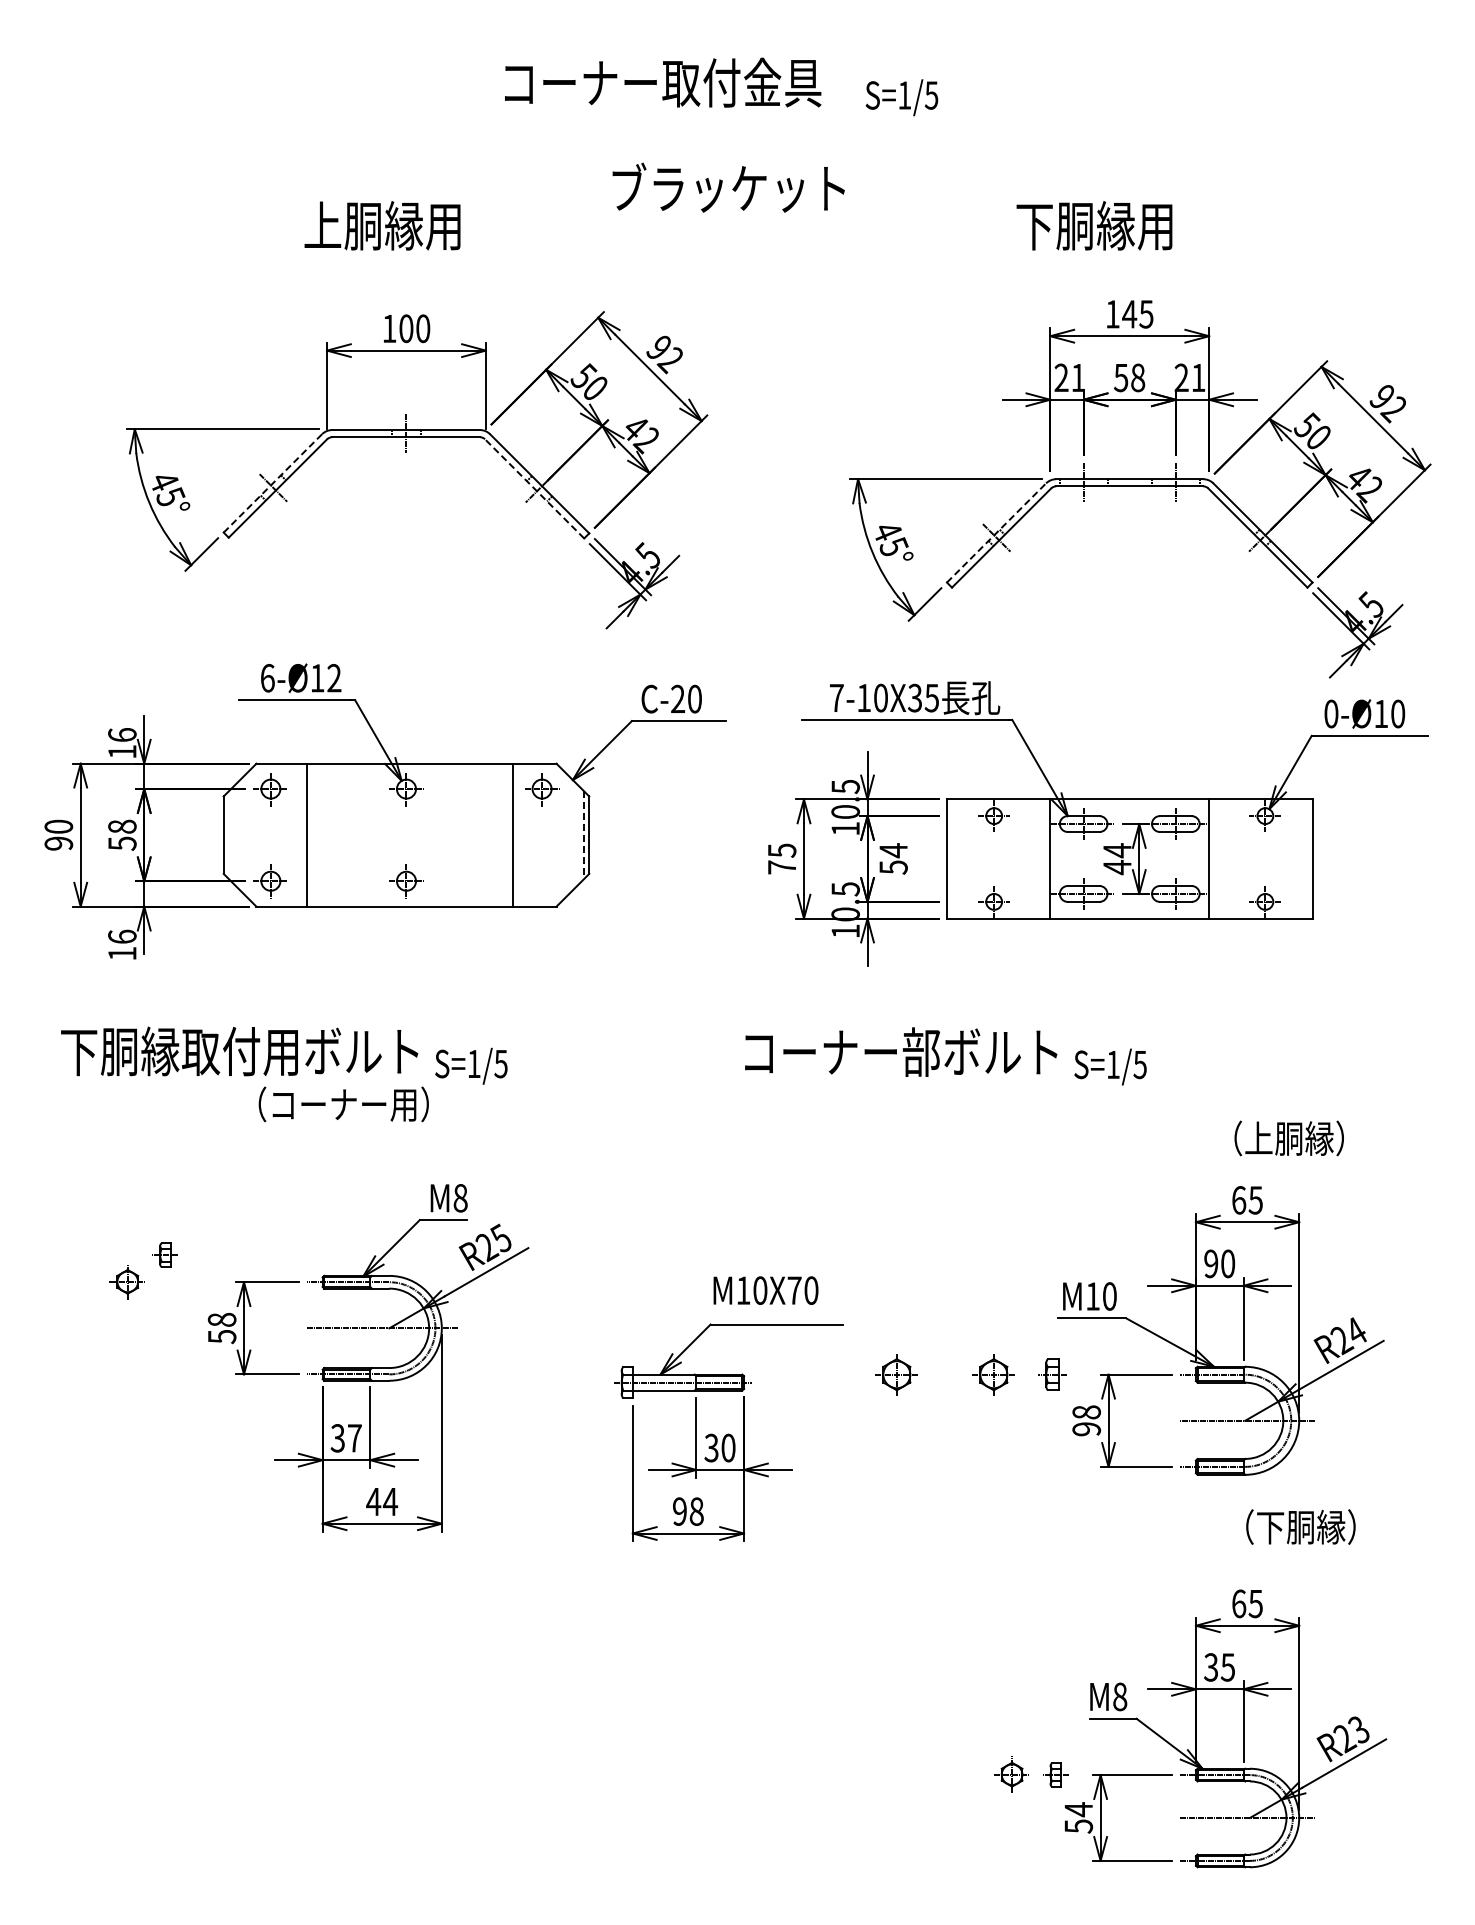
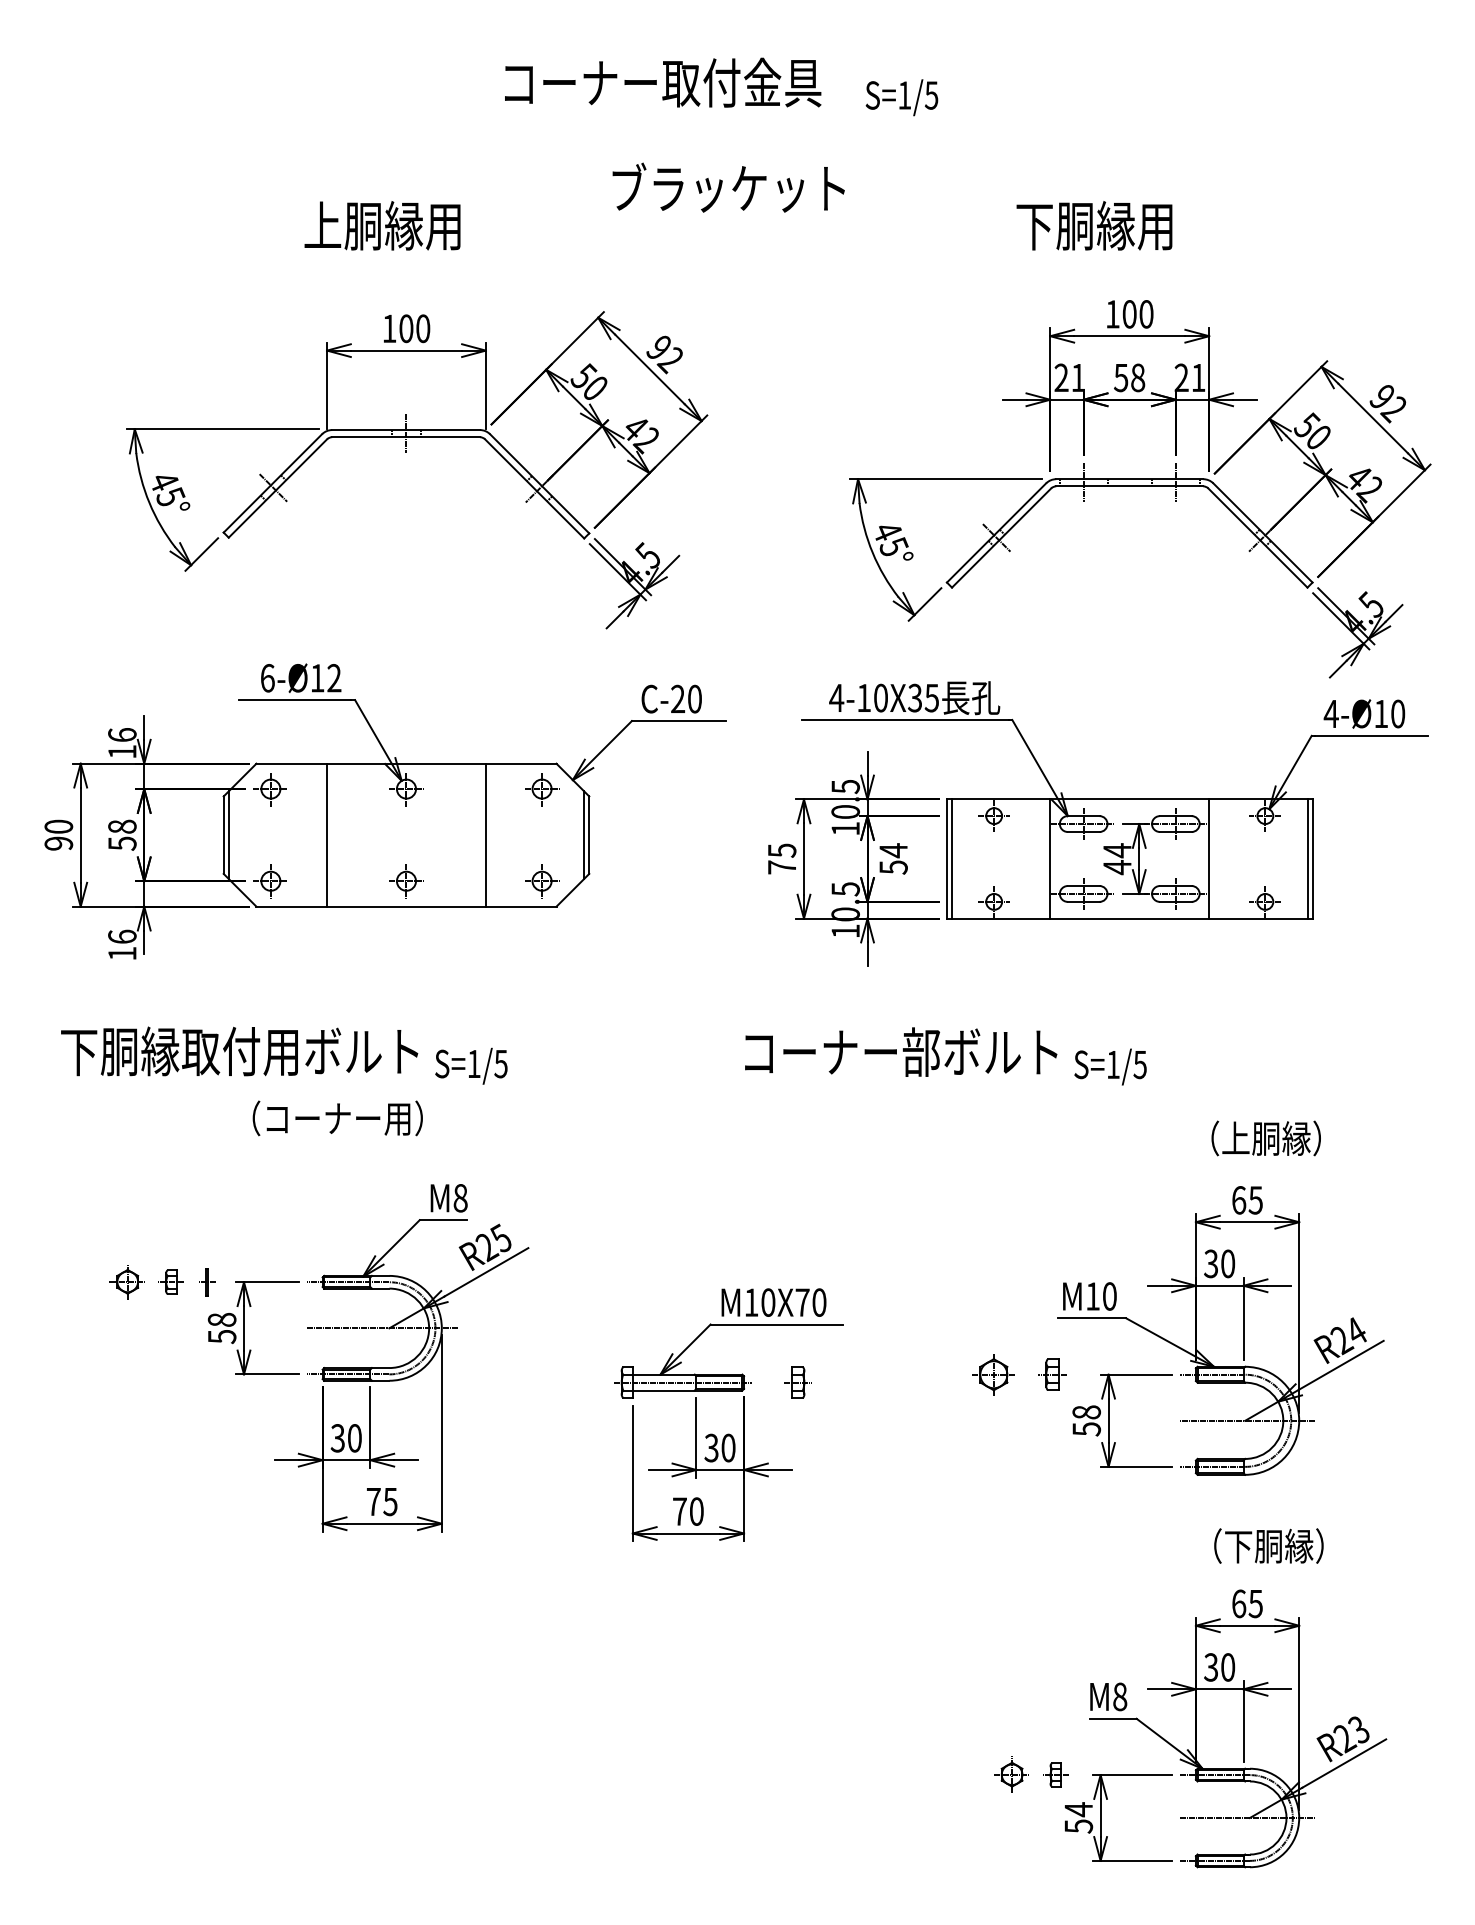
text at (1137, 314): 145 -> 100
line at (272, 483): dashed -> solid
line at (534, 488): dashed -> solid
line at (996, 532): dashed -> solid
text at (836, 697): 7-10X35 -> 4-10X35
text at (1330, 713): 0-Ø10 -> 4-Ø10
line at (228, 834): none -> present
line at (307, 834) position: (307, 834) -> (327, 834)
line at (512, 834) position: (512, 834) -> (485, 834)
line at (584, 835): dashed -> solid
line at (952, 858): none -> present
line at (1307, 858): none -> present
part at (542, 881): none -> present
text at (343, 1104) position: (343, 1104) -> (337, 1118)
text at (1288, 1138) position: (1288, 1138) -> (1265, 1138)
part at (164, 1254) position: (164, 1254) -> (170, 1281)
text at (1211, 1263): 90 -> 30
part at (207, 1282): none -> present
text at (765, 1290) position: (765, 1290) -> (773, 1302)
part at (896, 1374): present -> none
part at (797, 1382): none -> present
text at (1086, 1429): 98 -> 58
text at (354, 1438): 37 -> 30
text at (382, 1502): 44 -> 75
text at (688, 1511): 98 -> 70
text at (1300, 1526) position: (1300, 1526) -> (1268, 1545)
text at (1227, 1667): 35 -> 30
